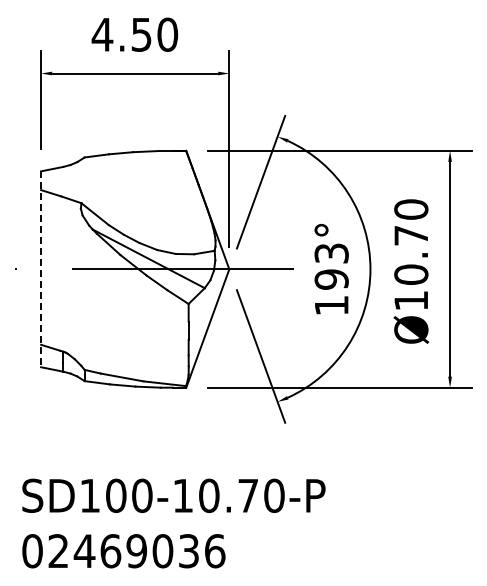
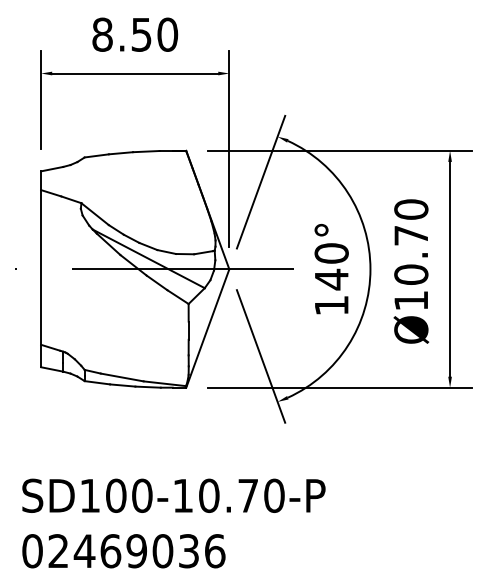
text at (102, 34): 4.50 -> 8.50
text at (331, 266): 193° -> 140°
line at (41, 269): dashed -> solid
